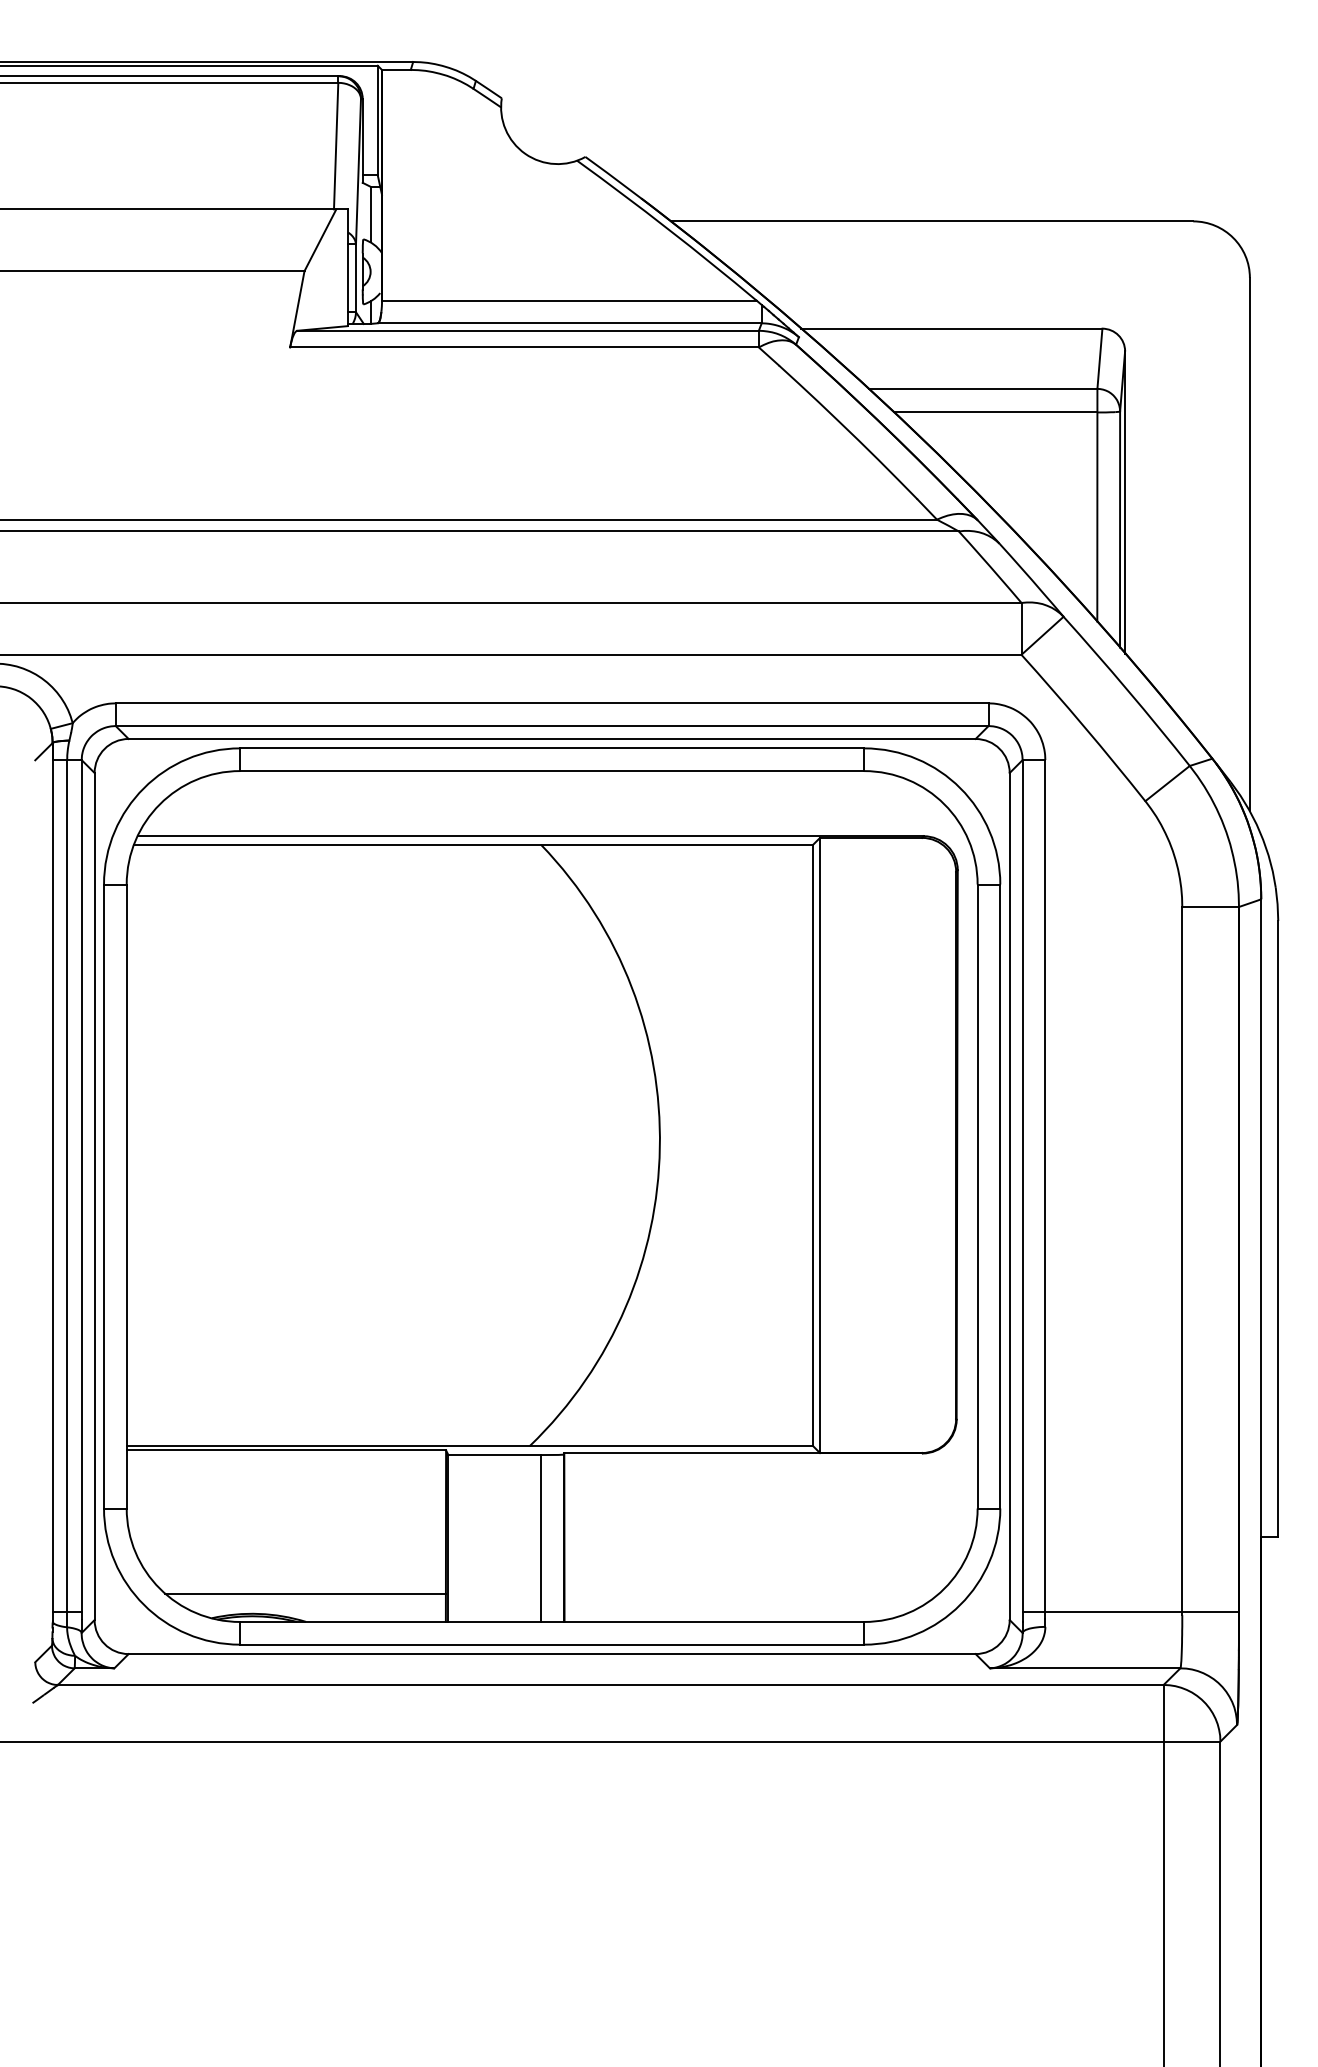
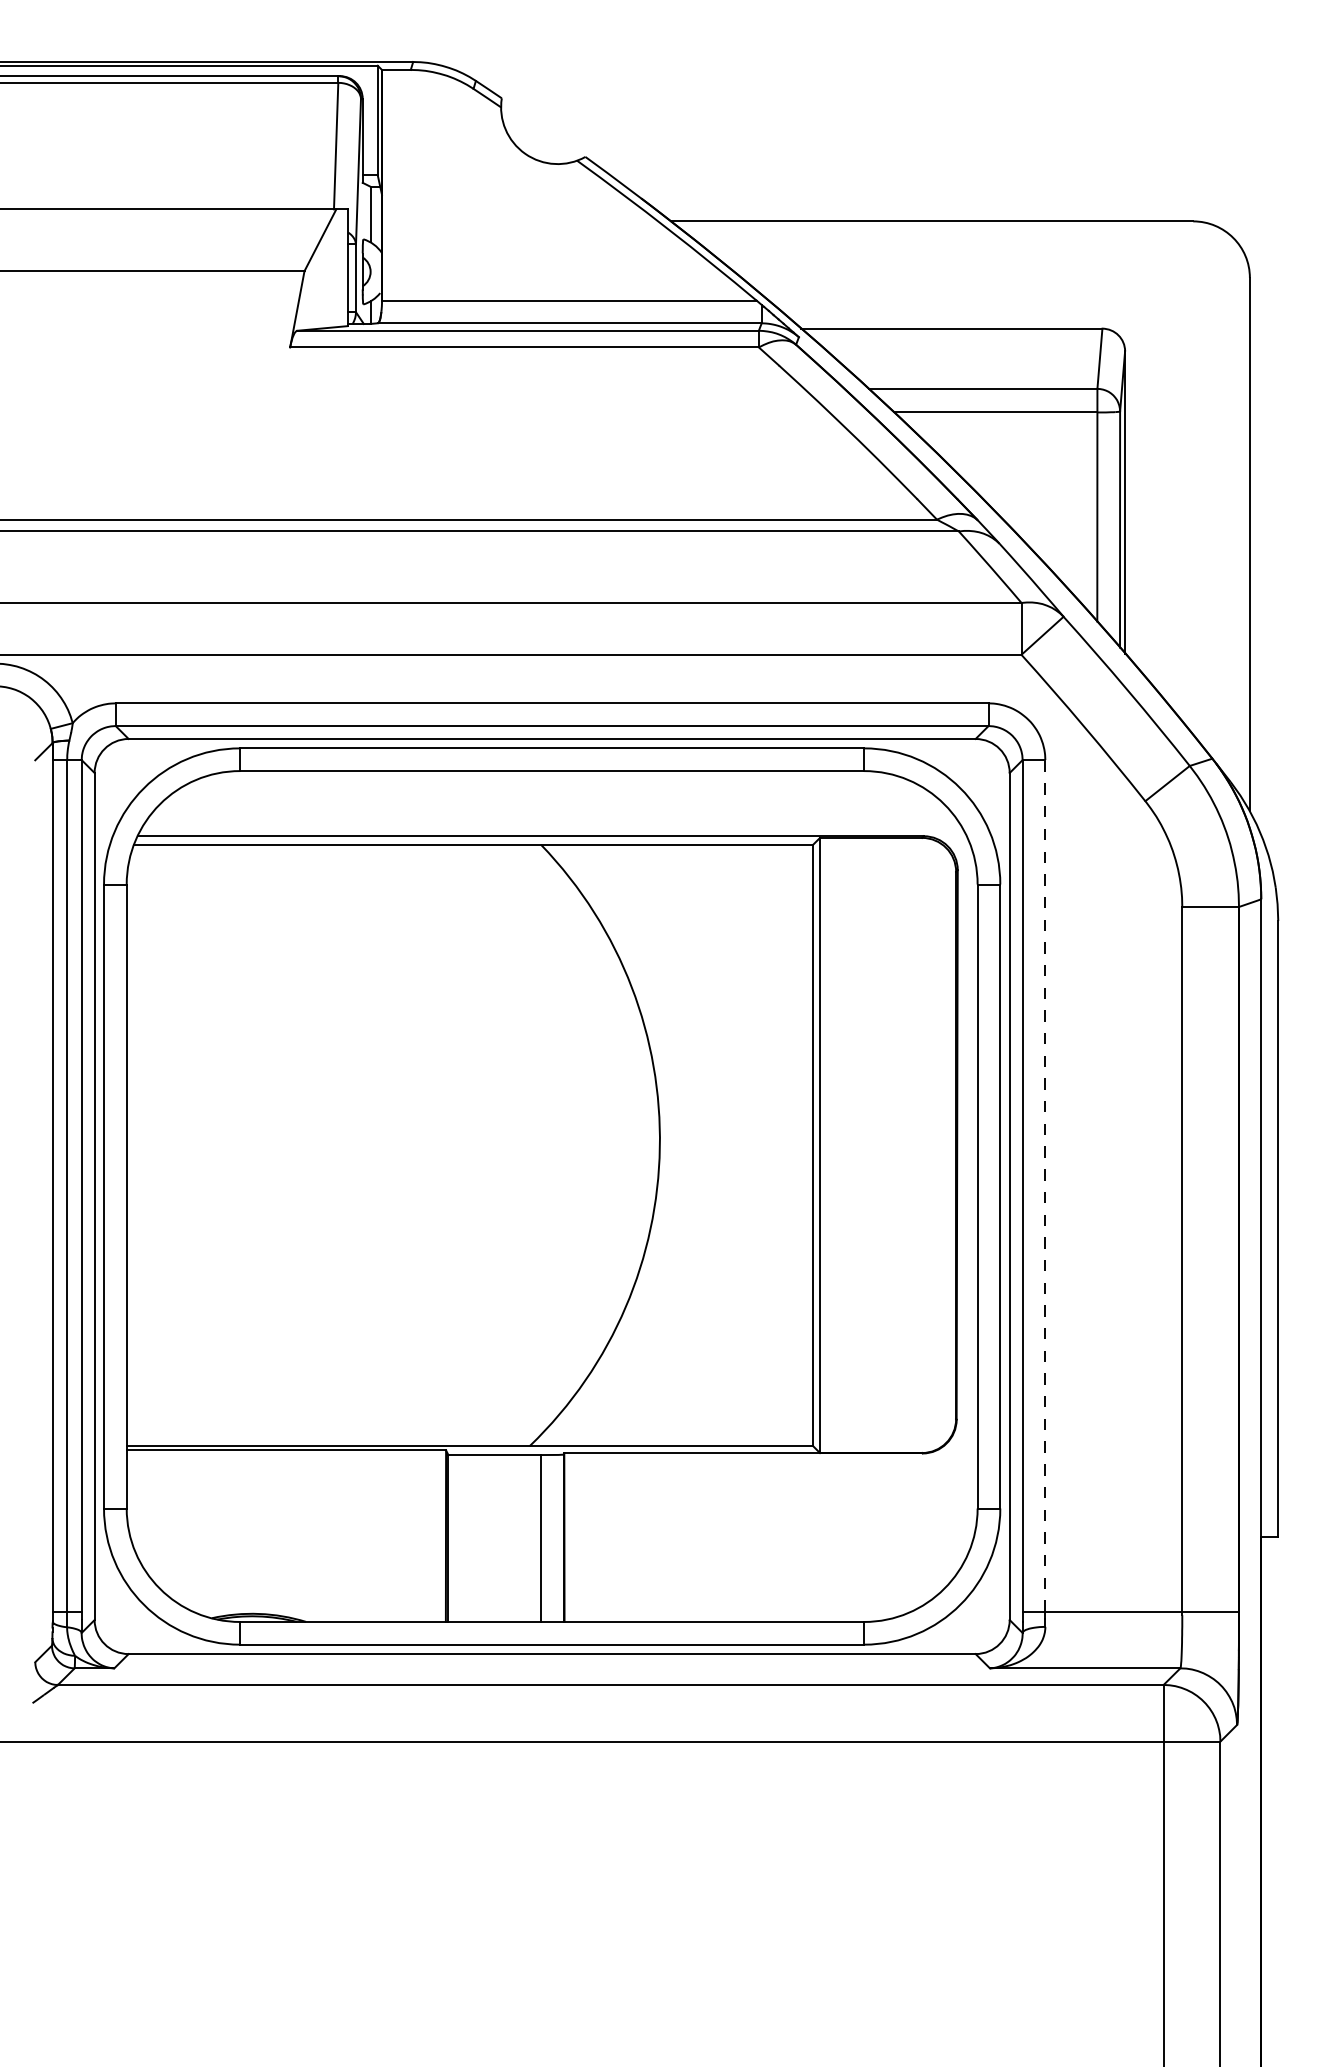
line at (1045, 1185): solid -> dashed
line at (305, 1593): present -> none
